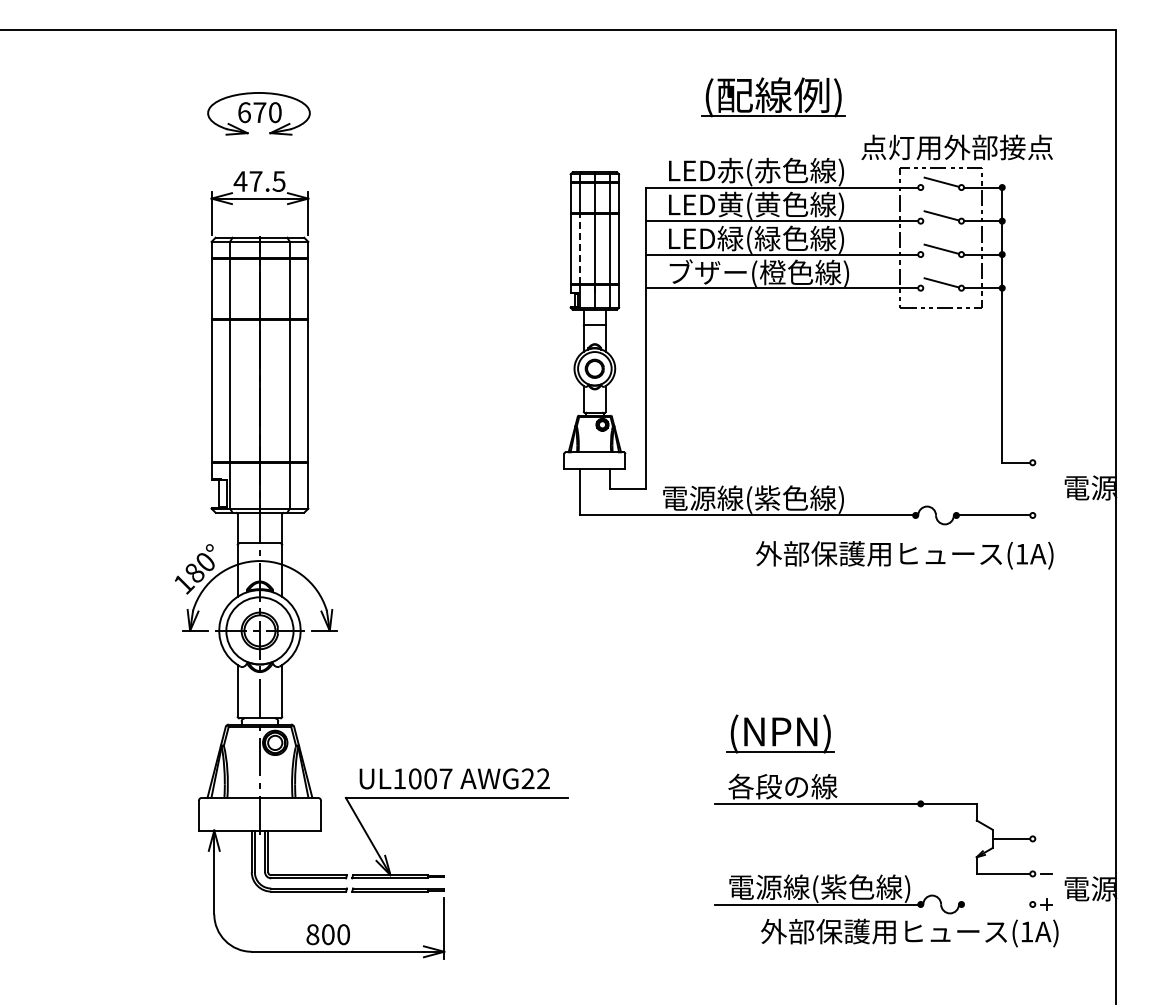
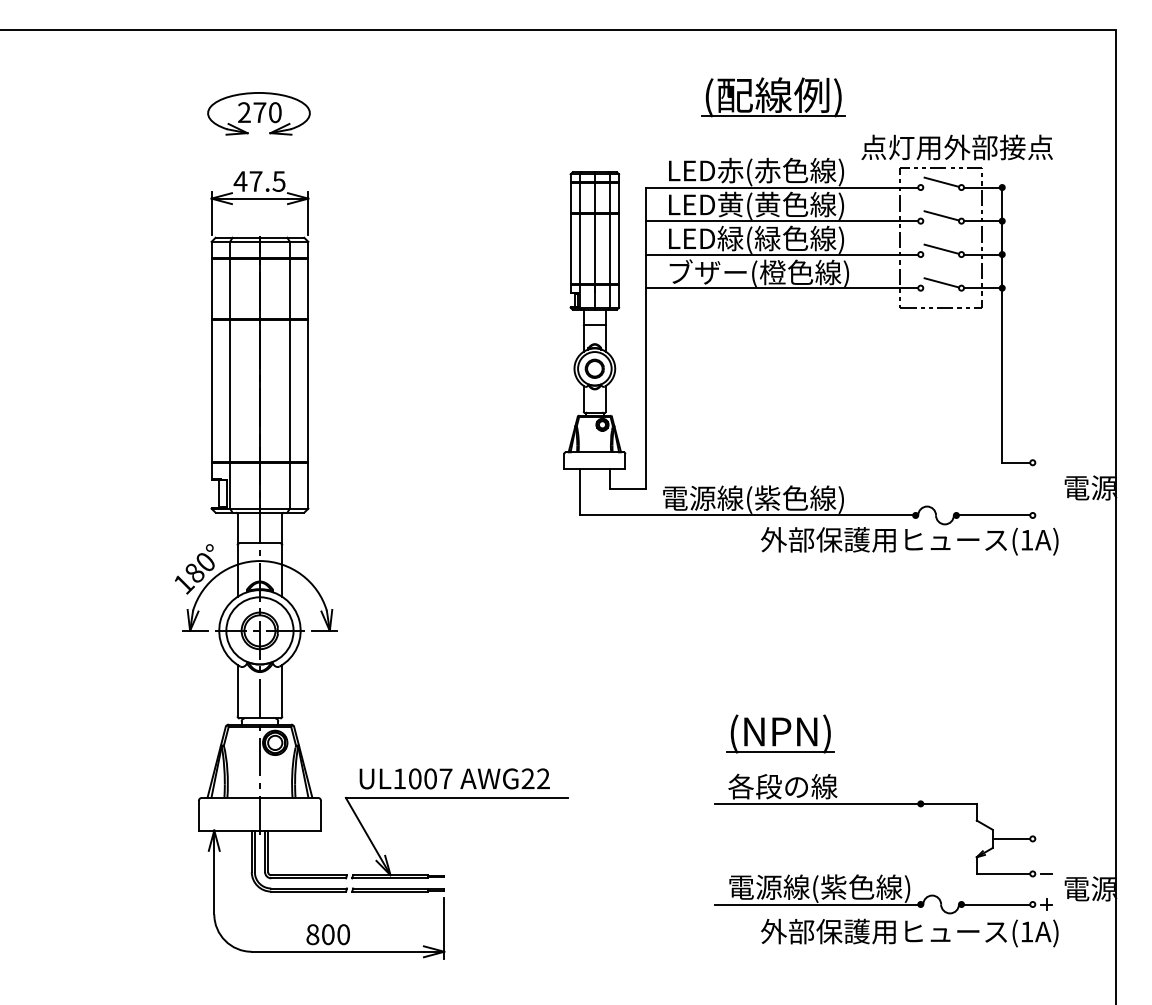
text at (244, 112): 670 -> 270
line at (579, 248): dashed -> solid
text at (904, 555) position: (904, 555) -> (909, 541)
line at (997, 904): none -> present
